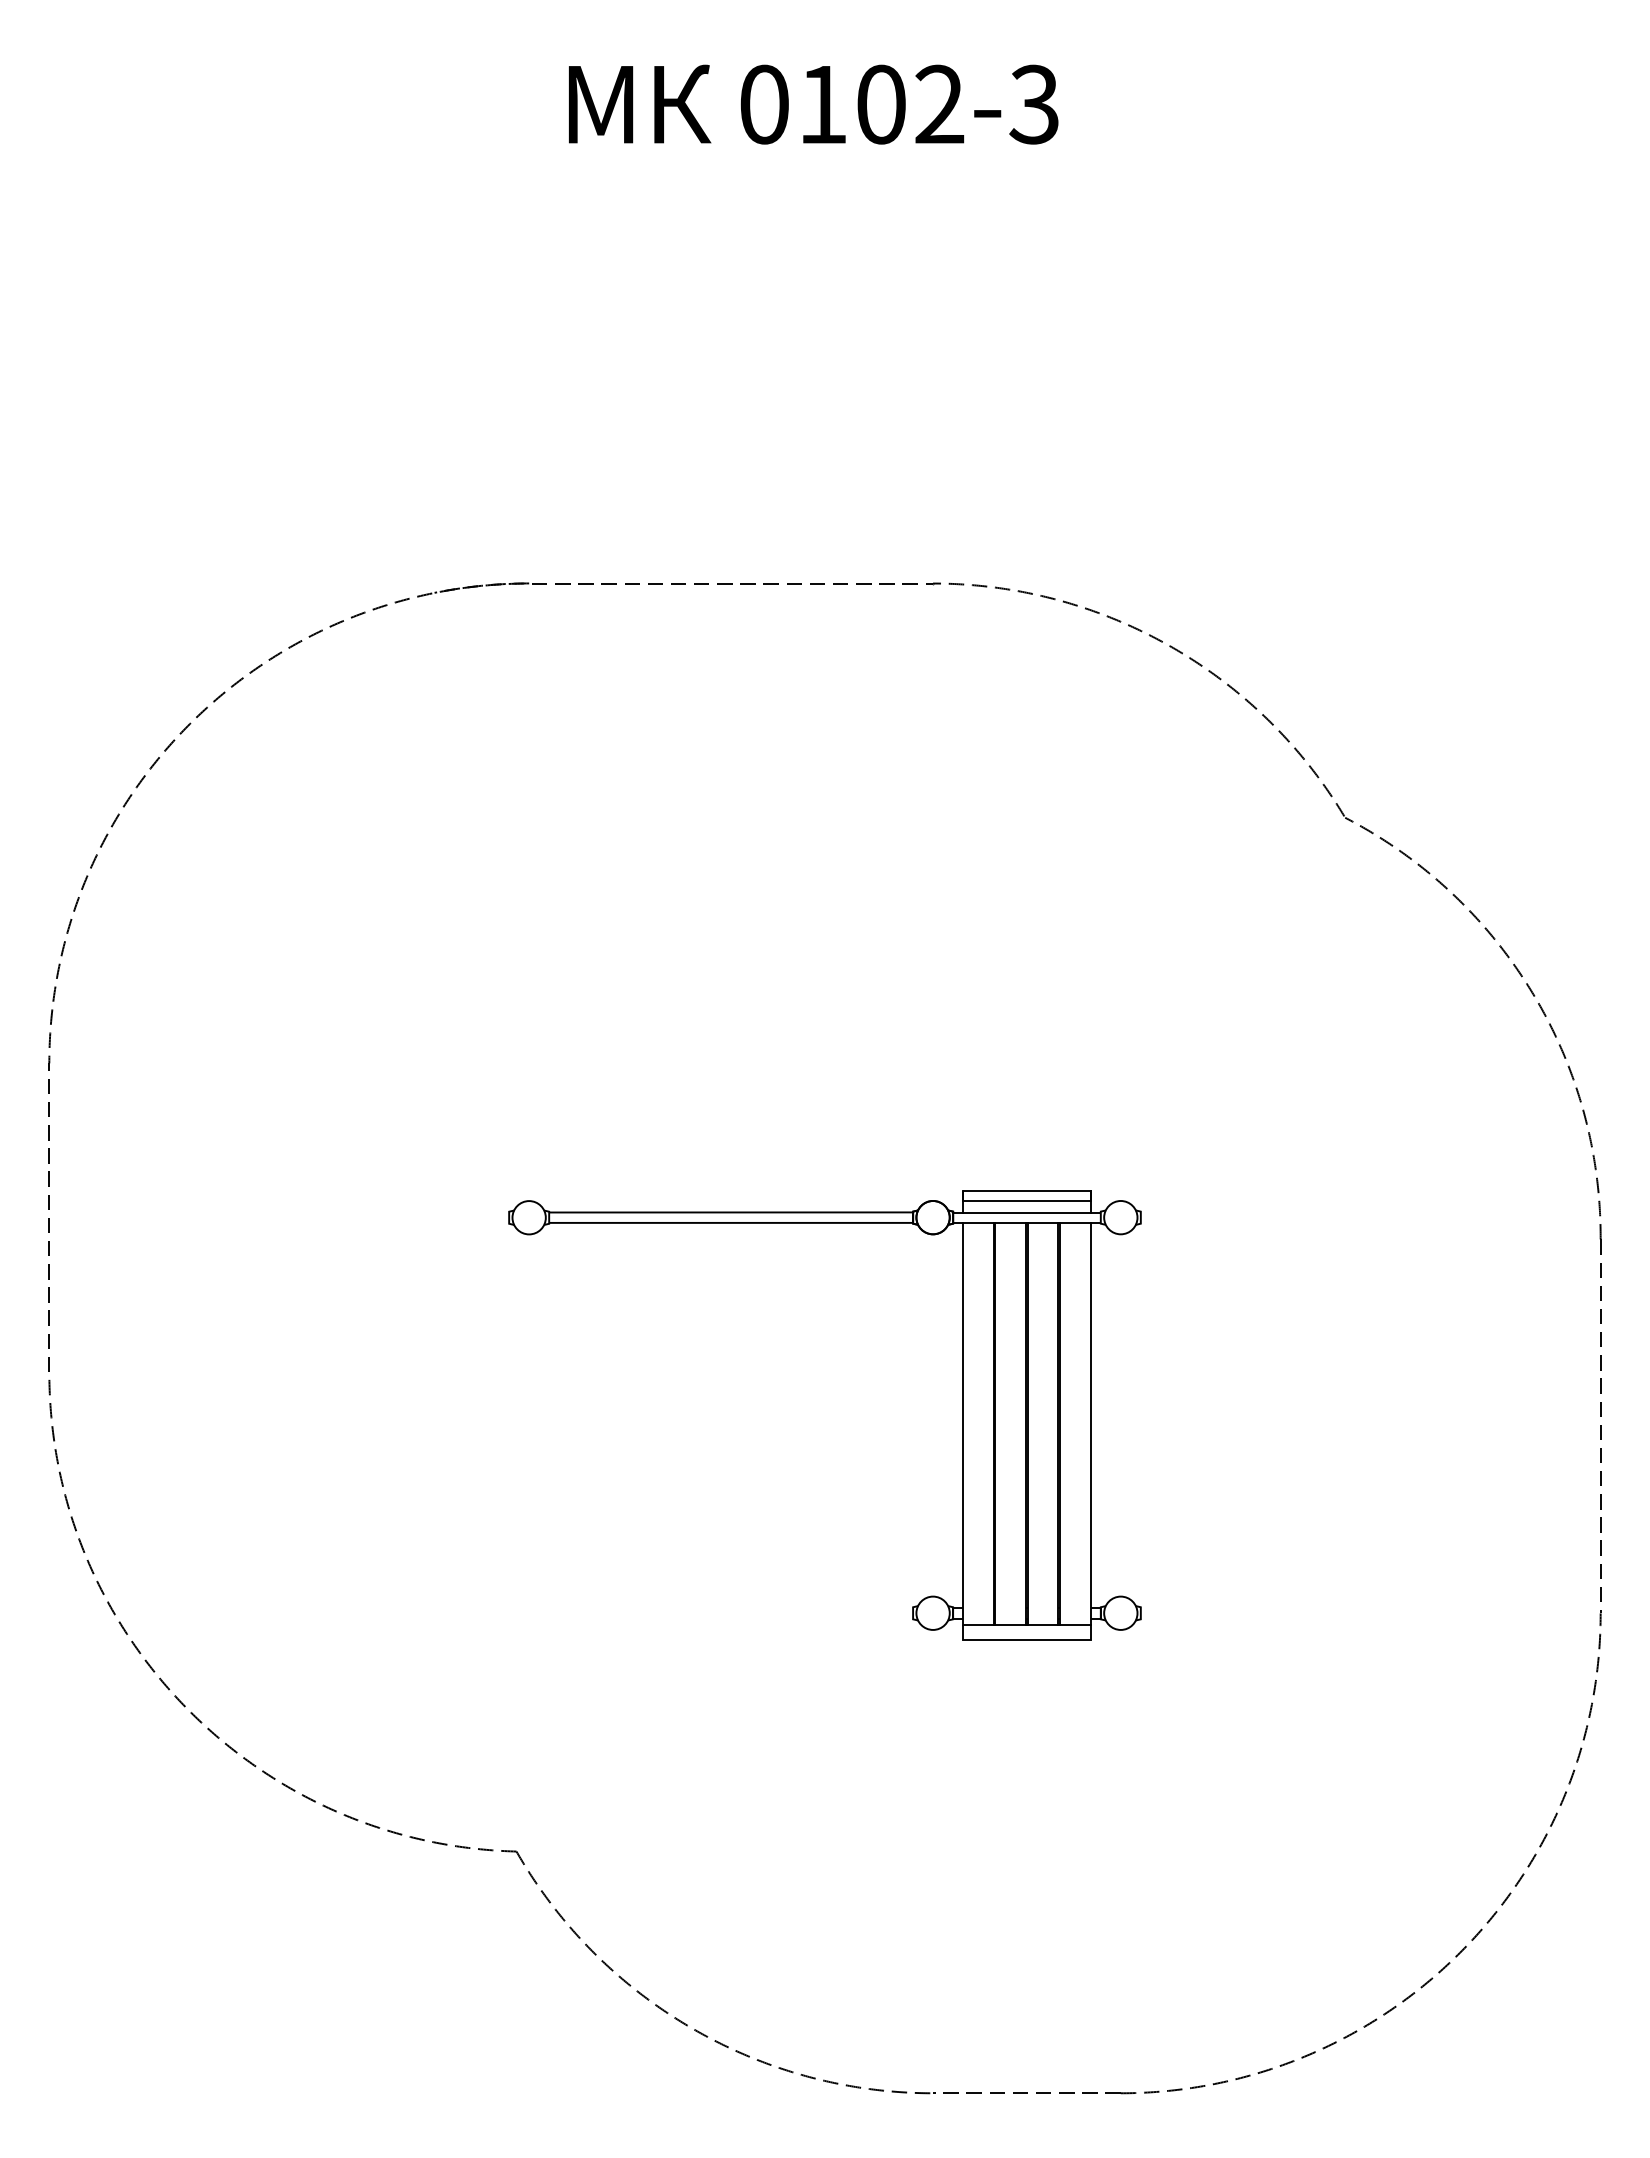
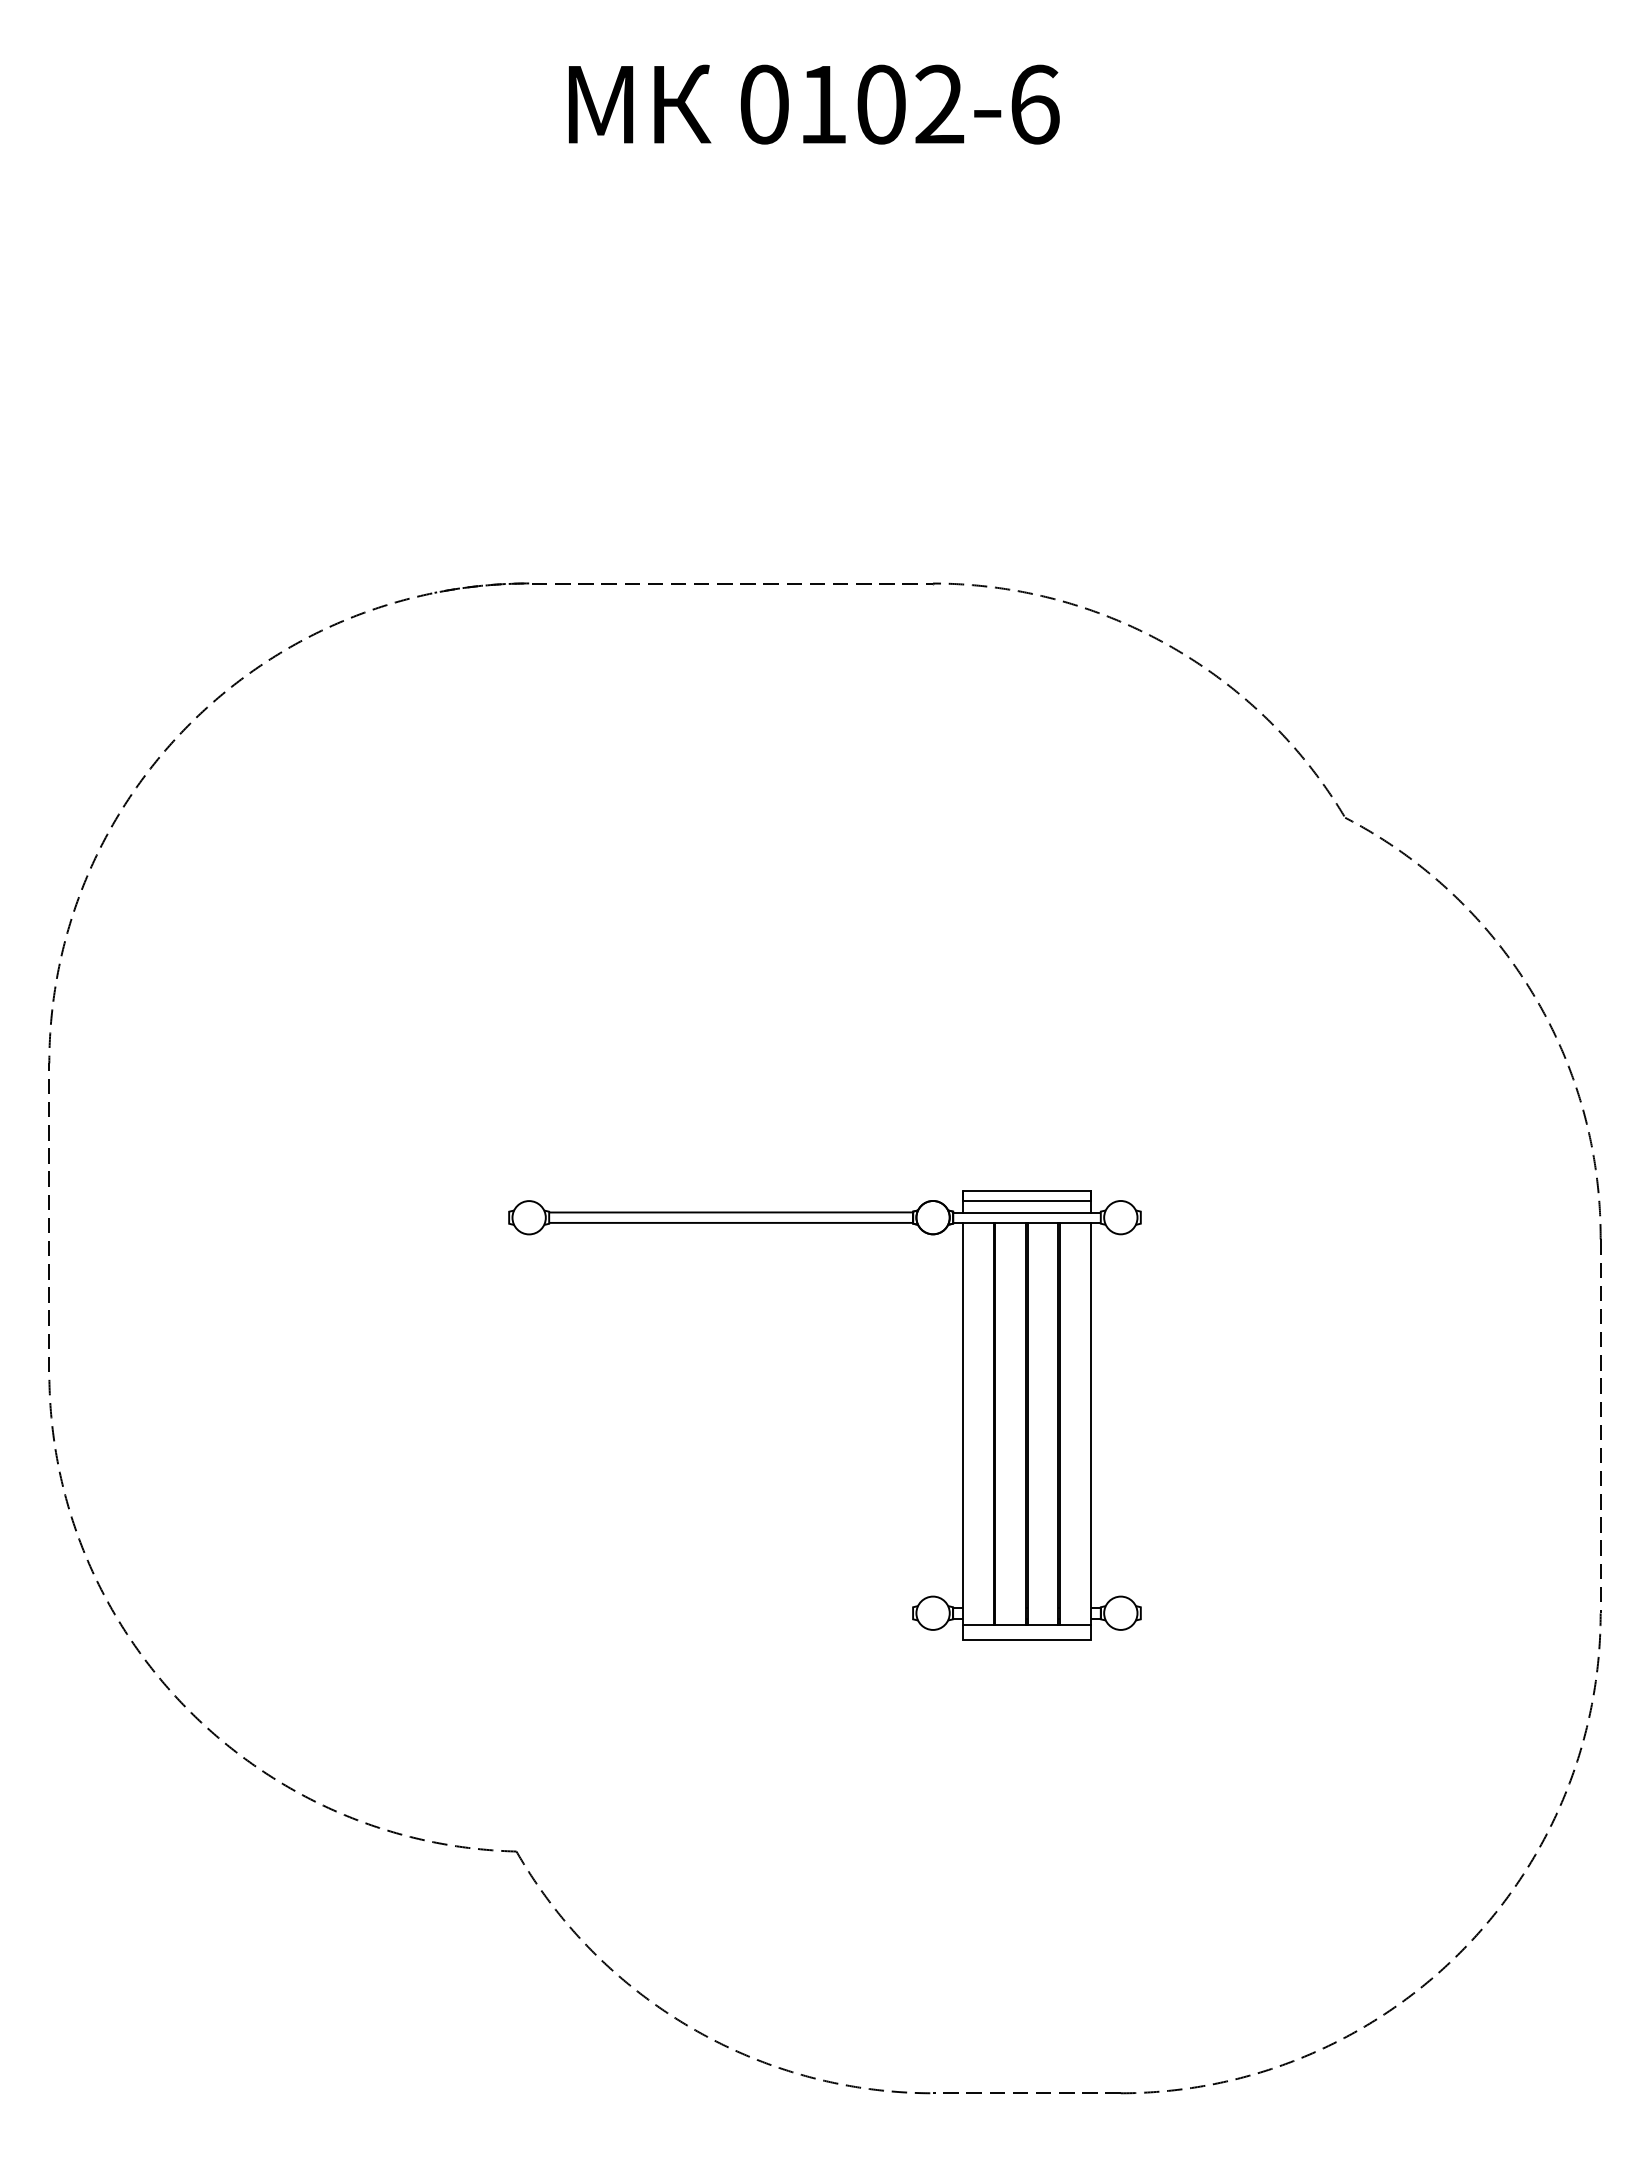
text at (1034, 104): 0102-3 -> 0102-6
